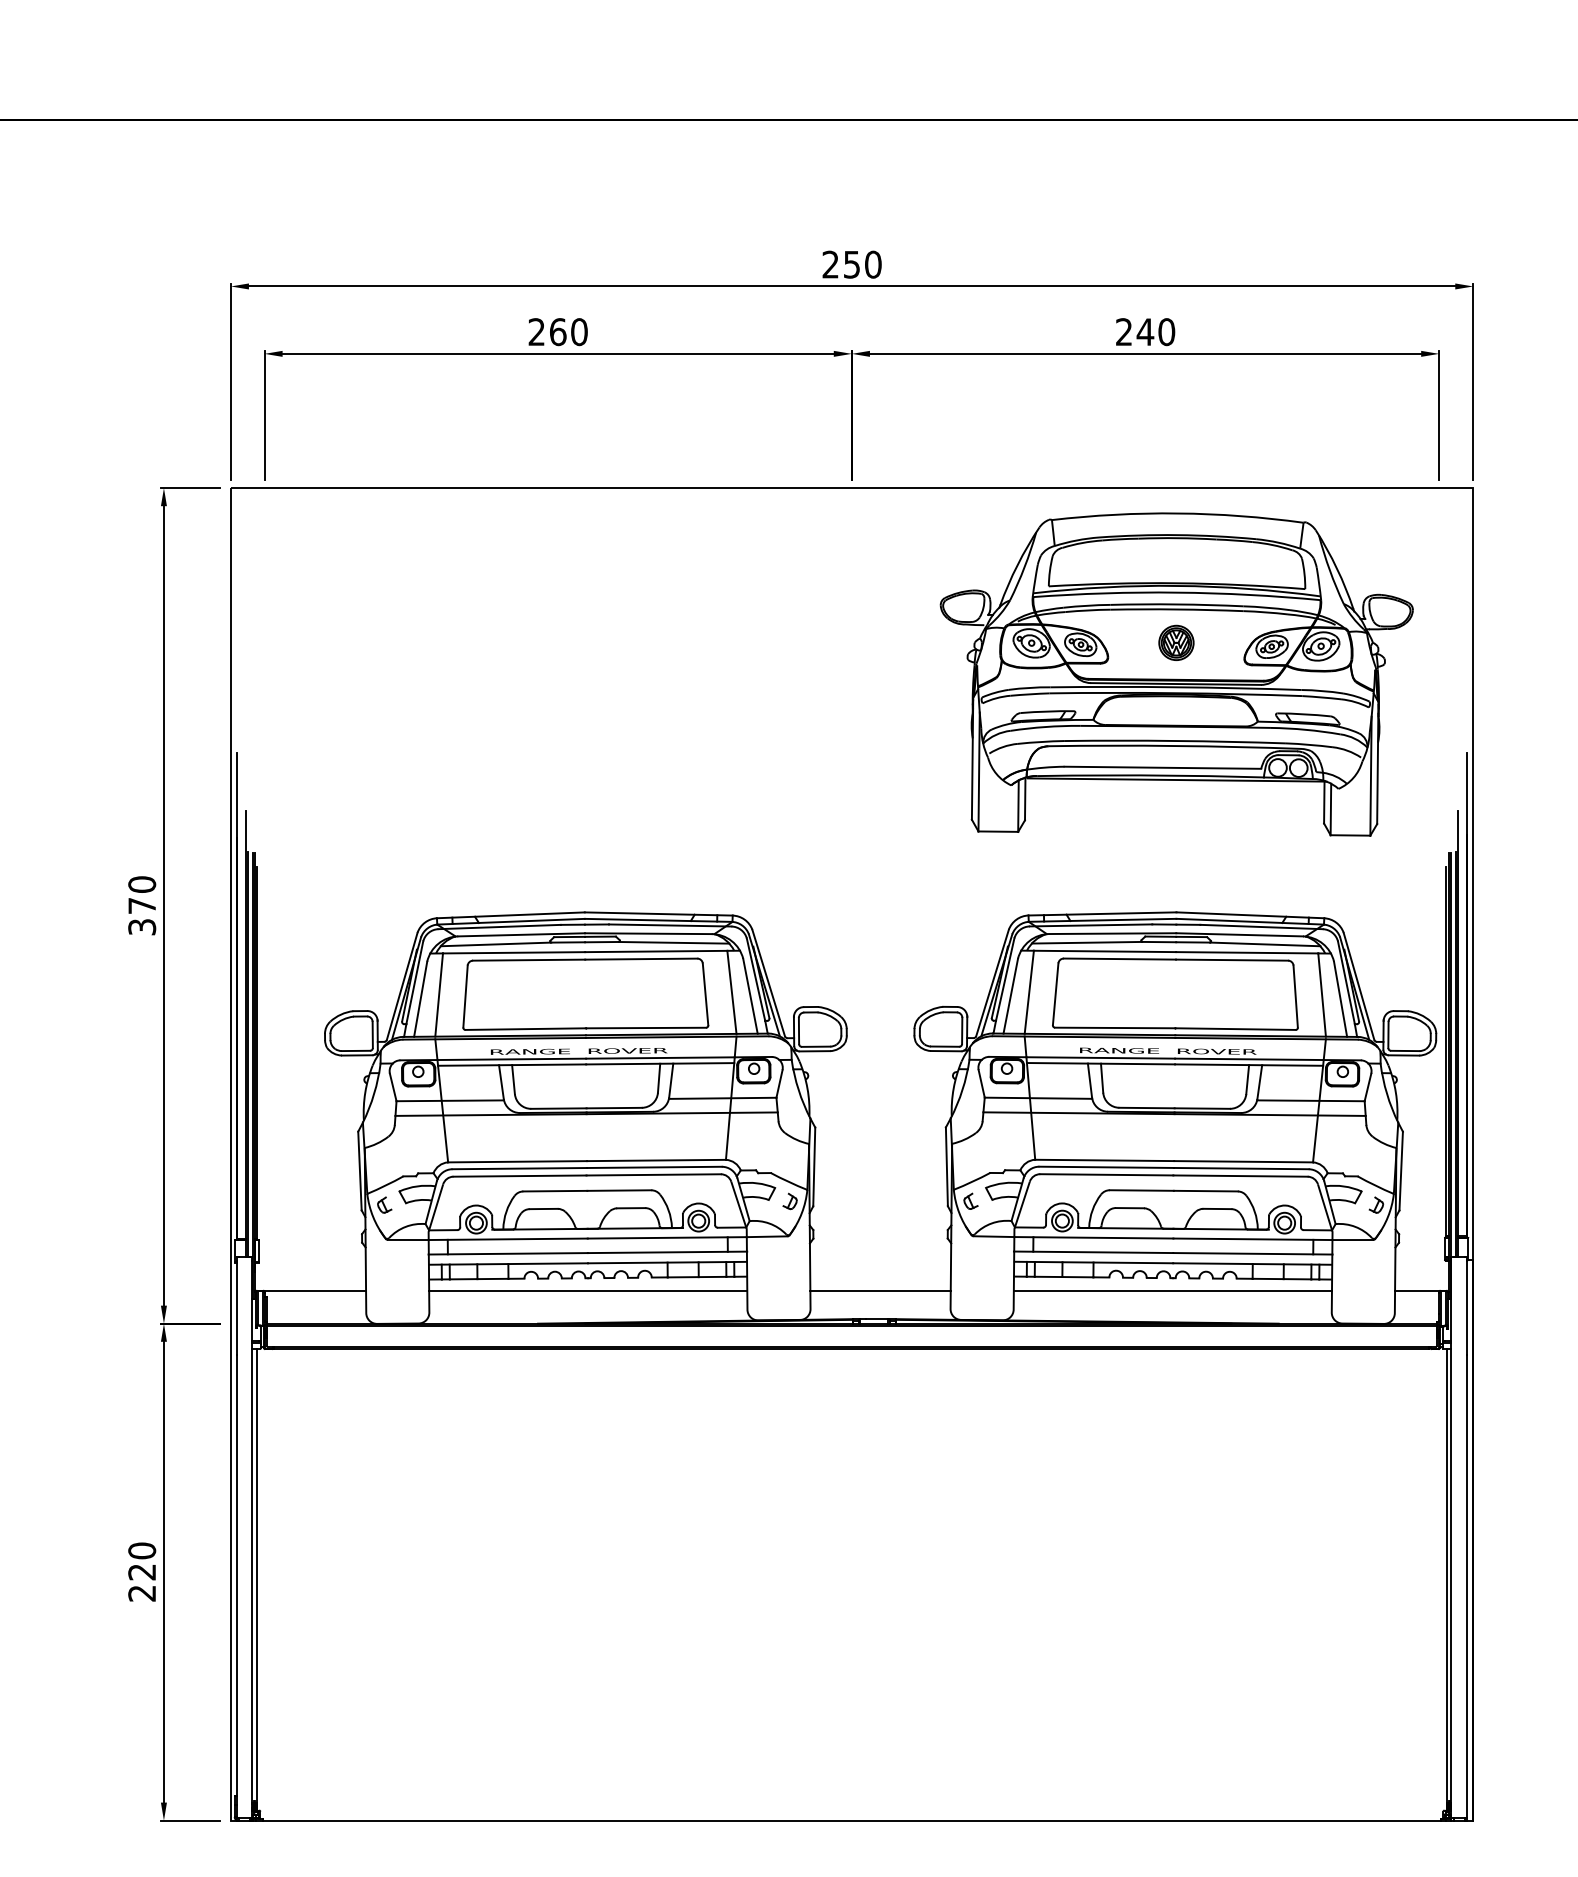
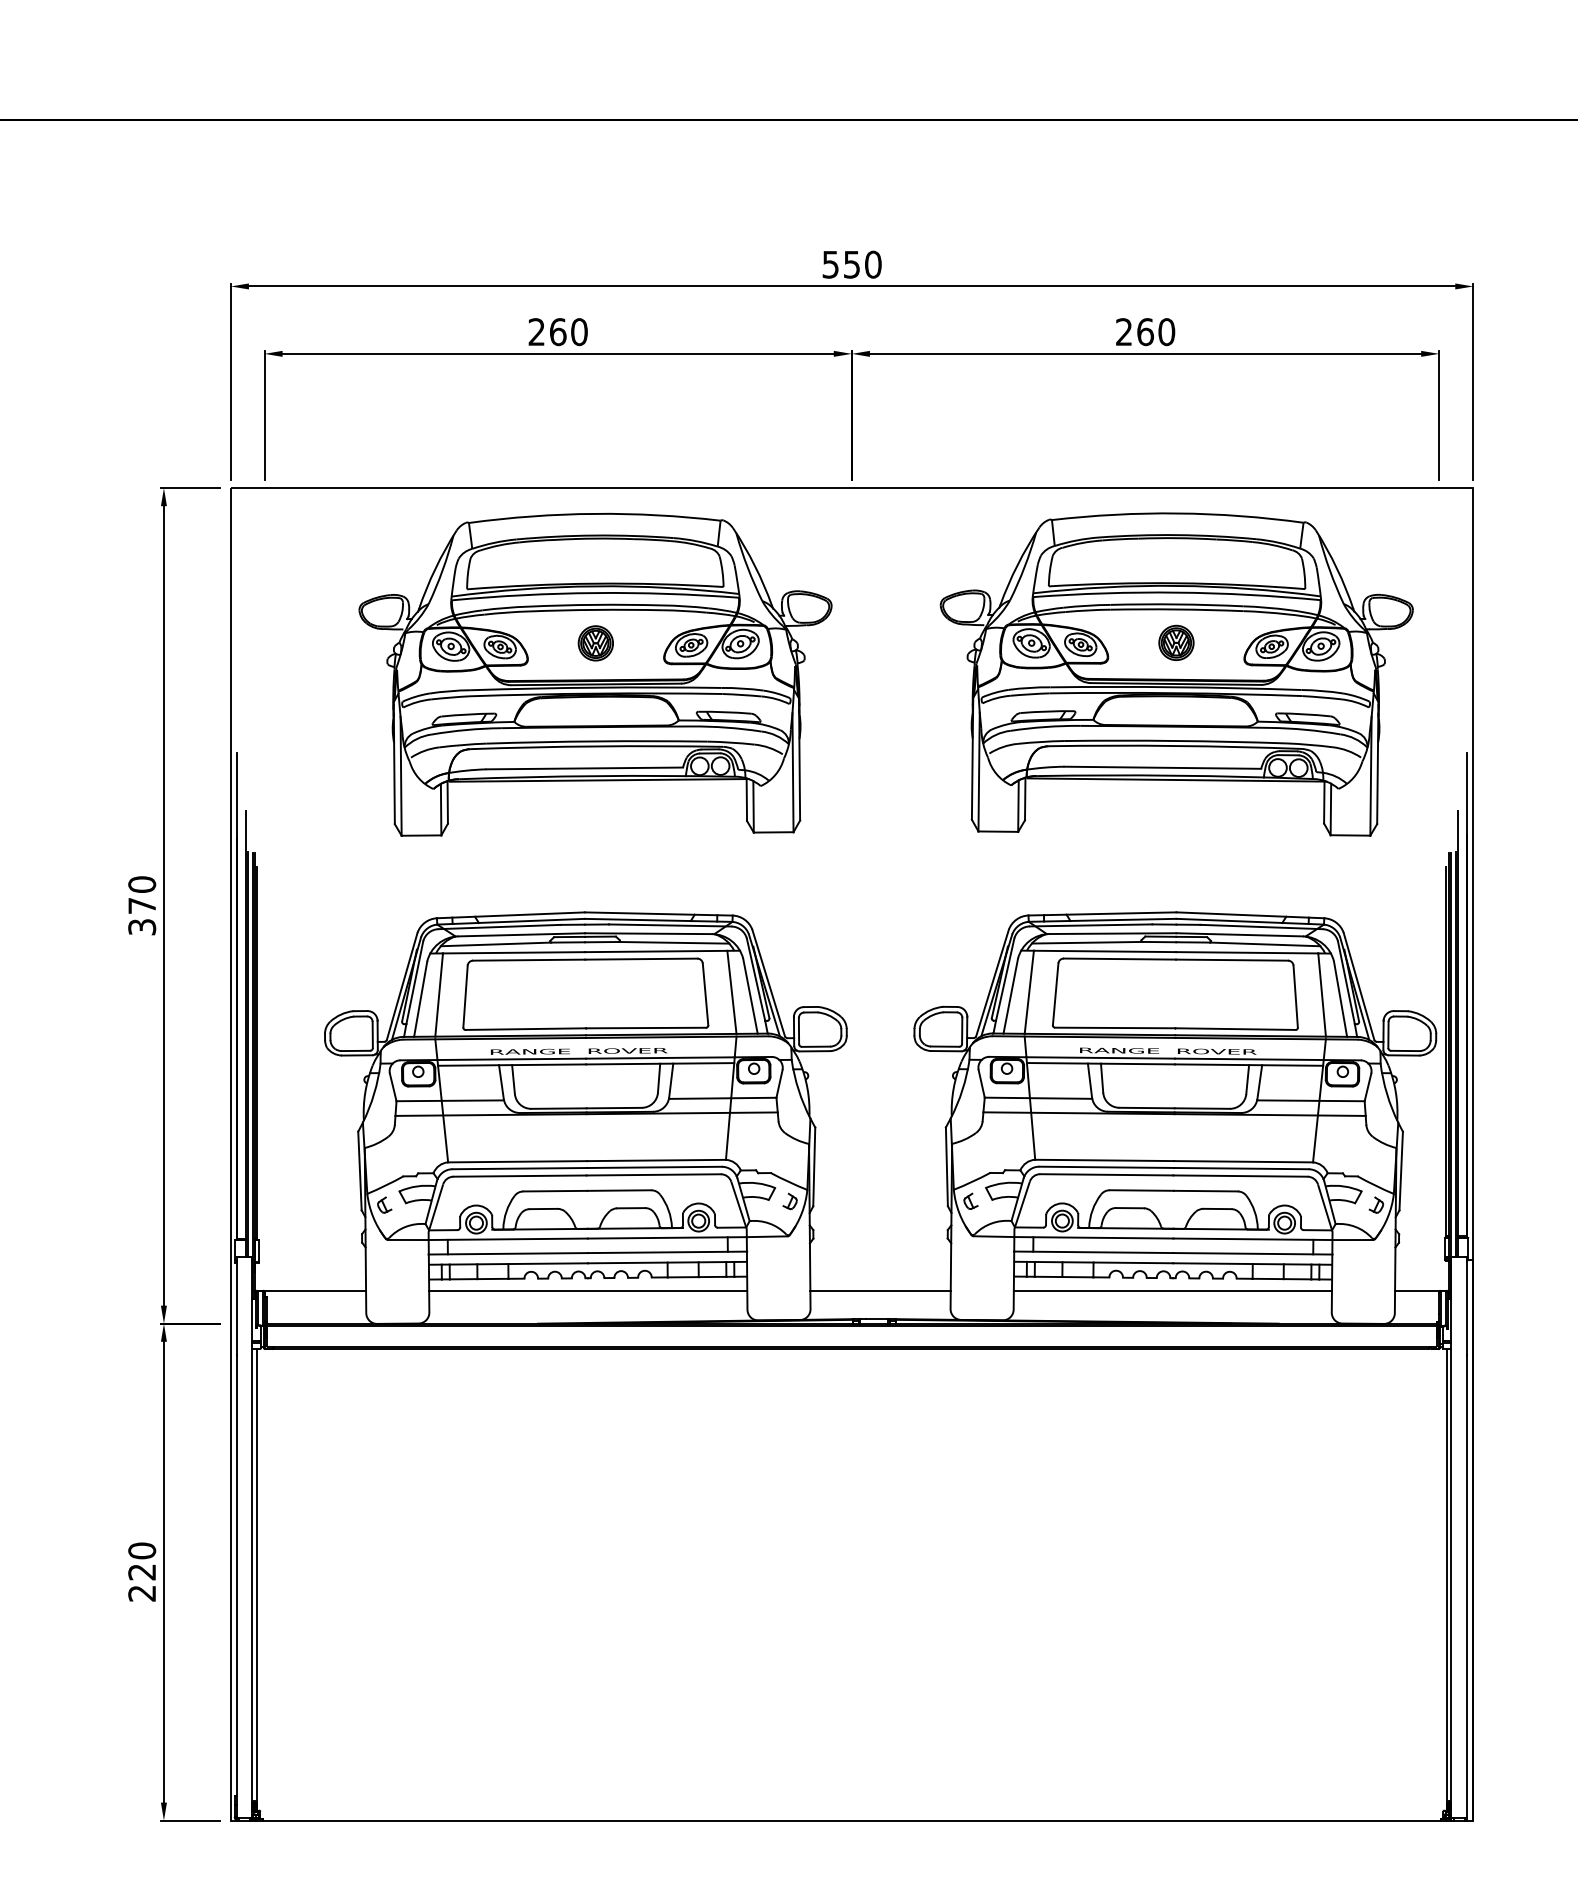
text at (830, 264): 250 -> 550
text at (1145, 332): 240 -> 260
part at (595, 674): none -> present
